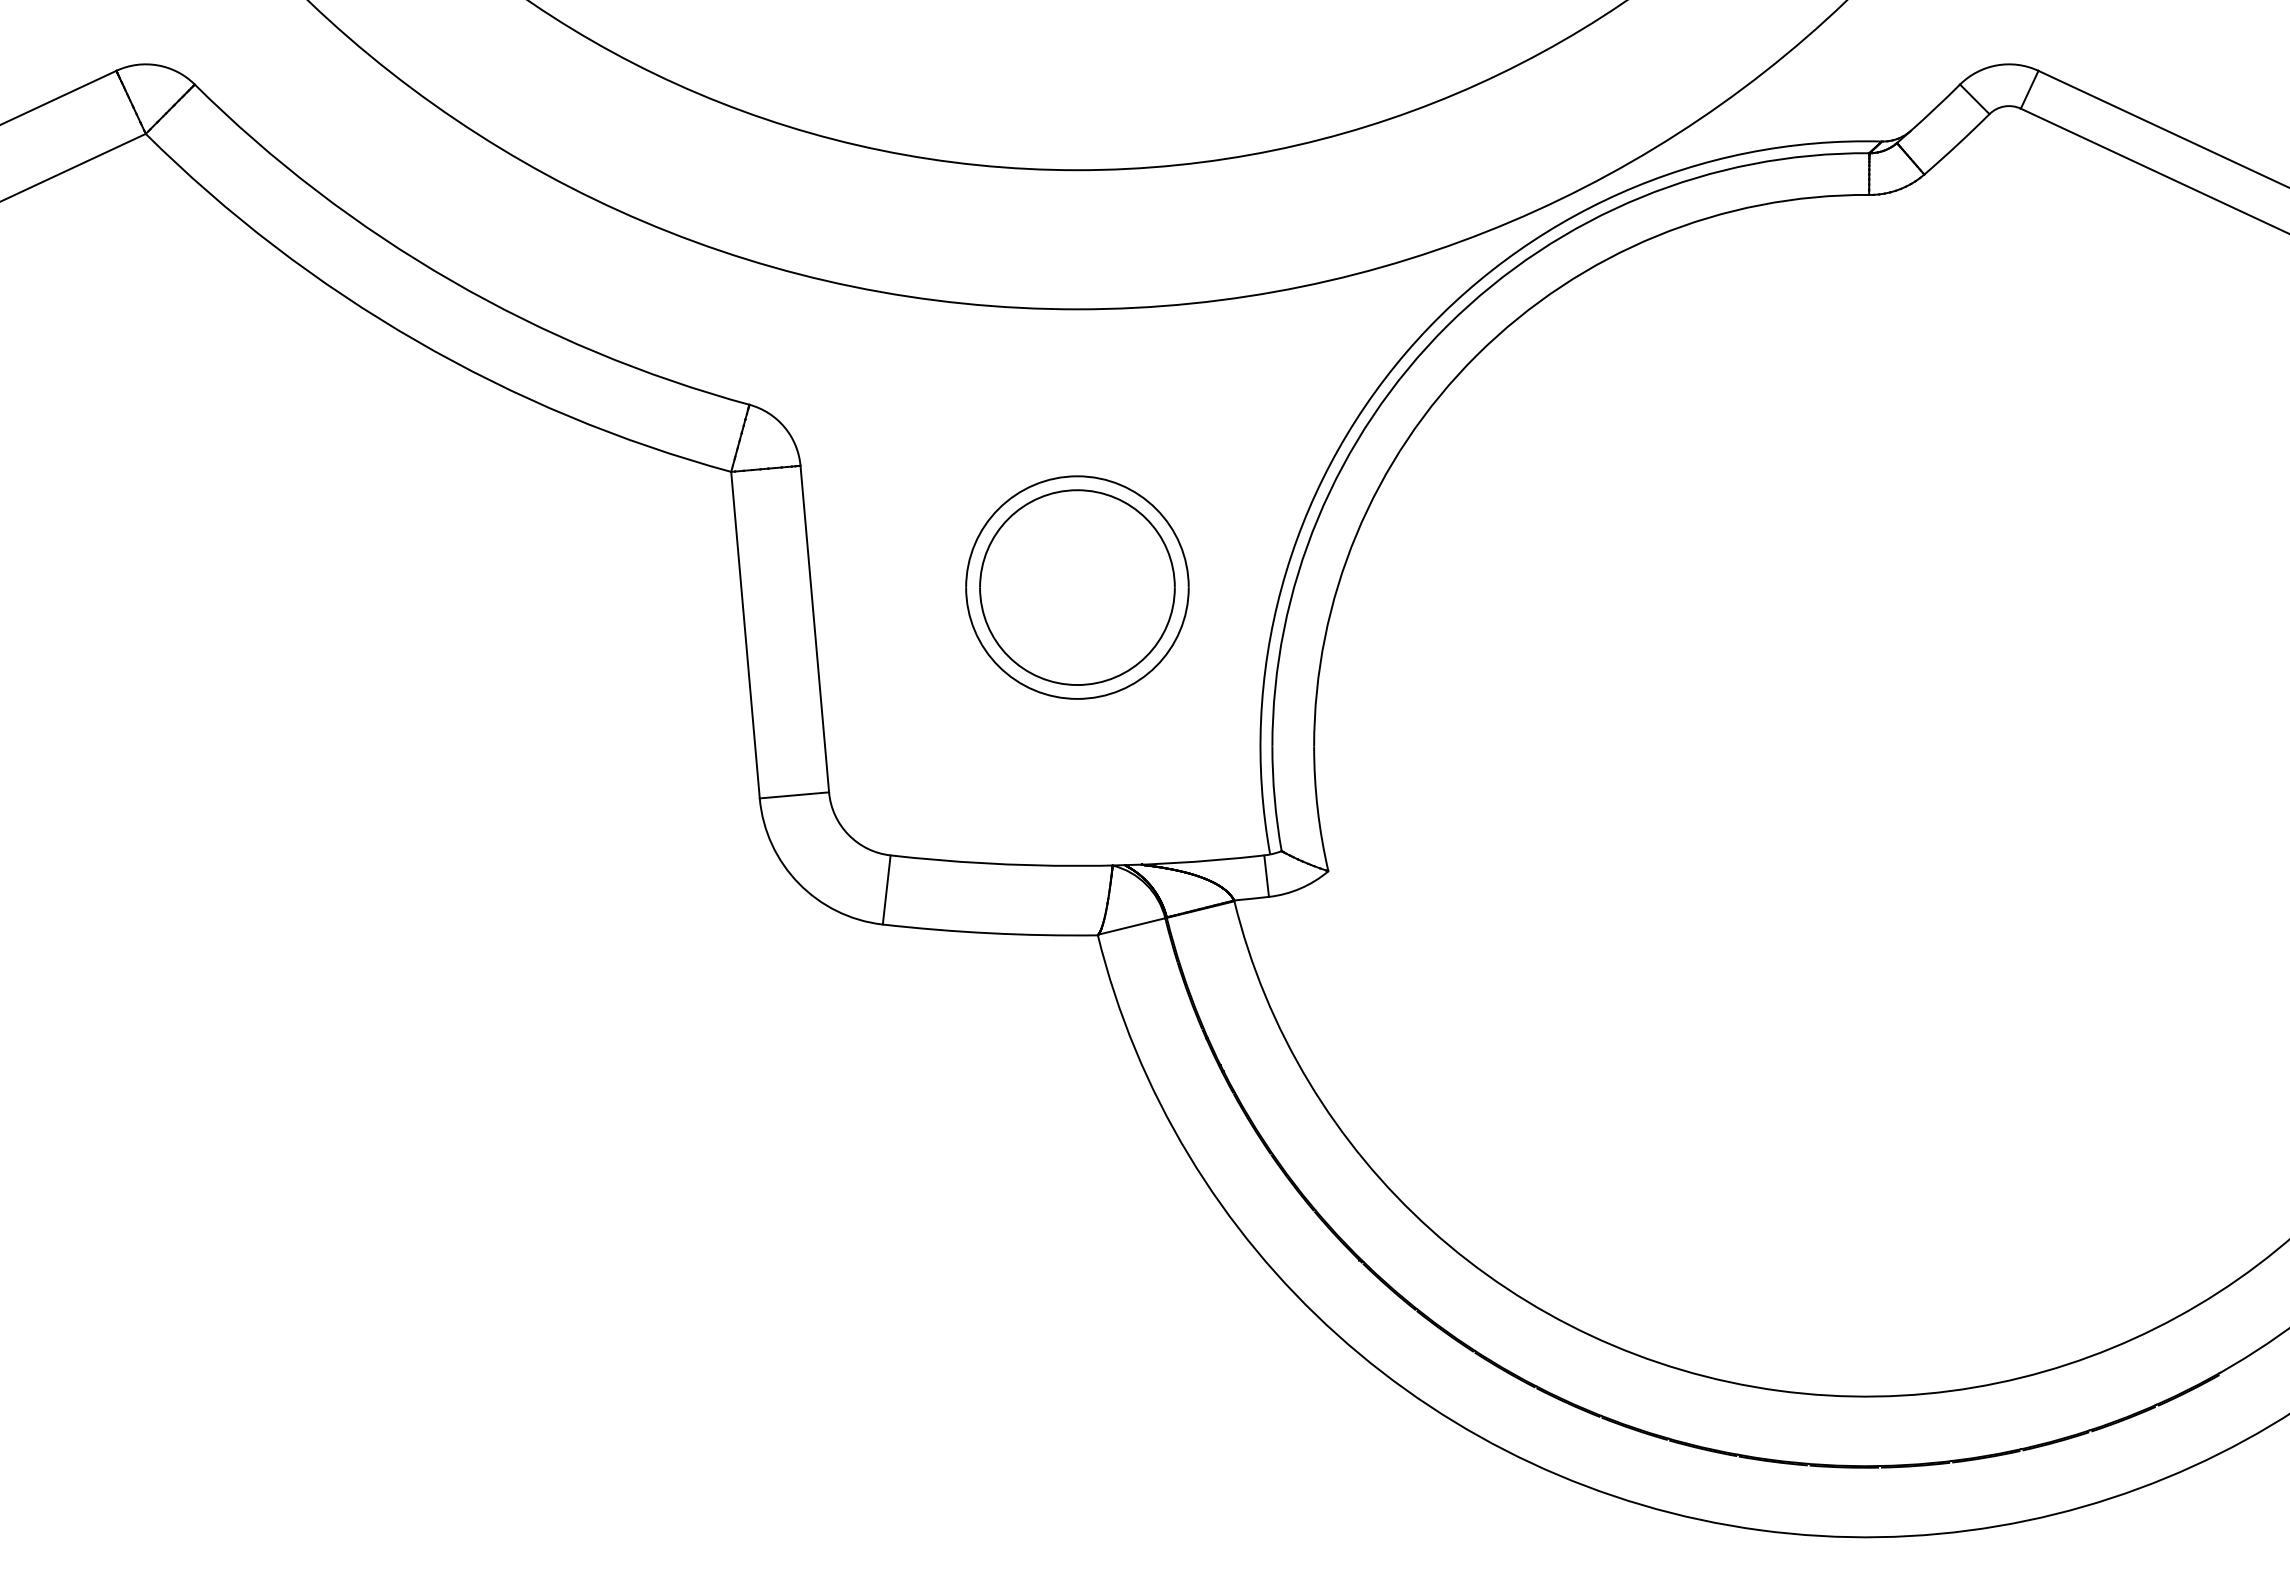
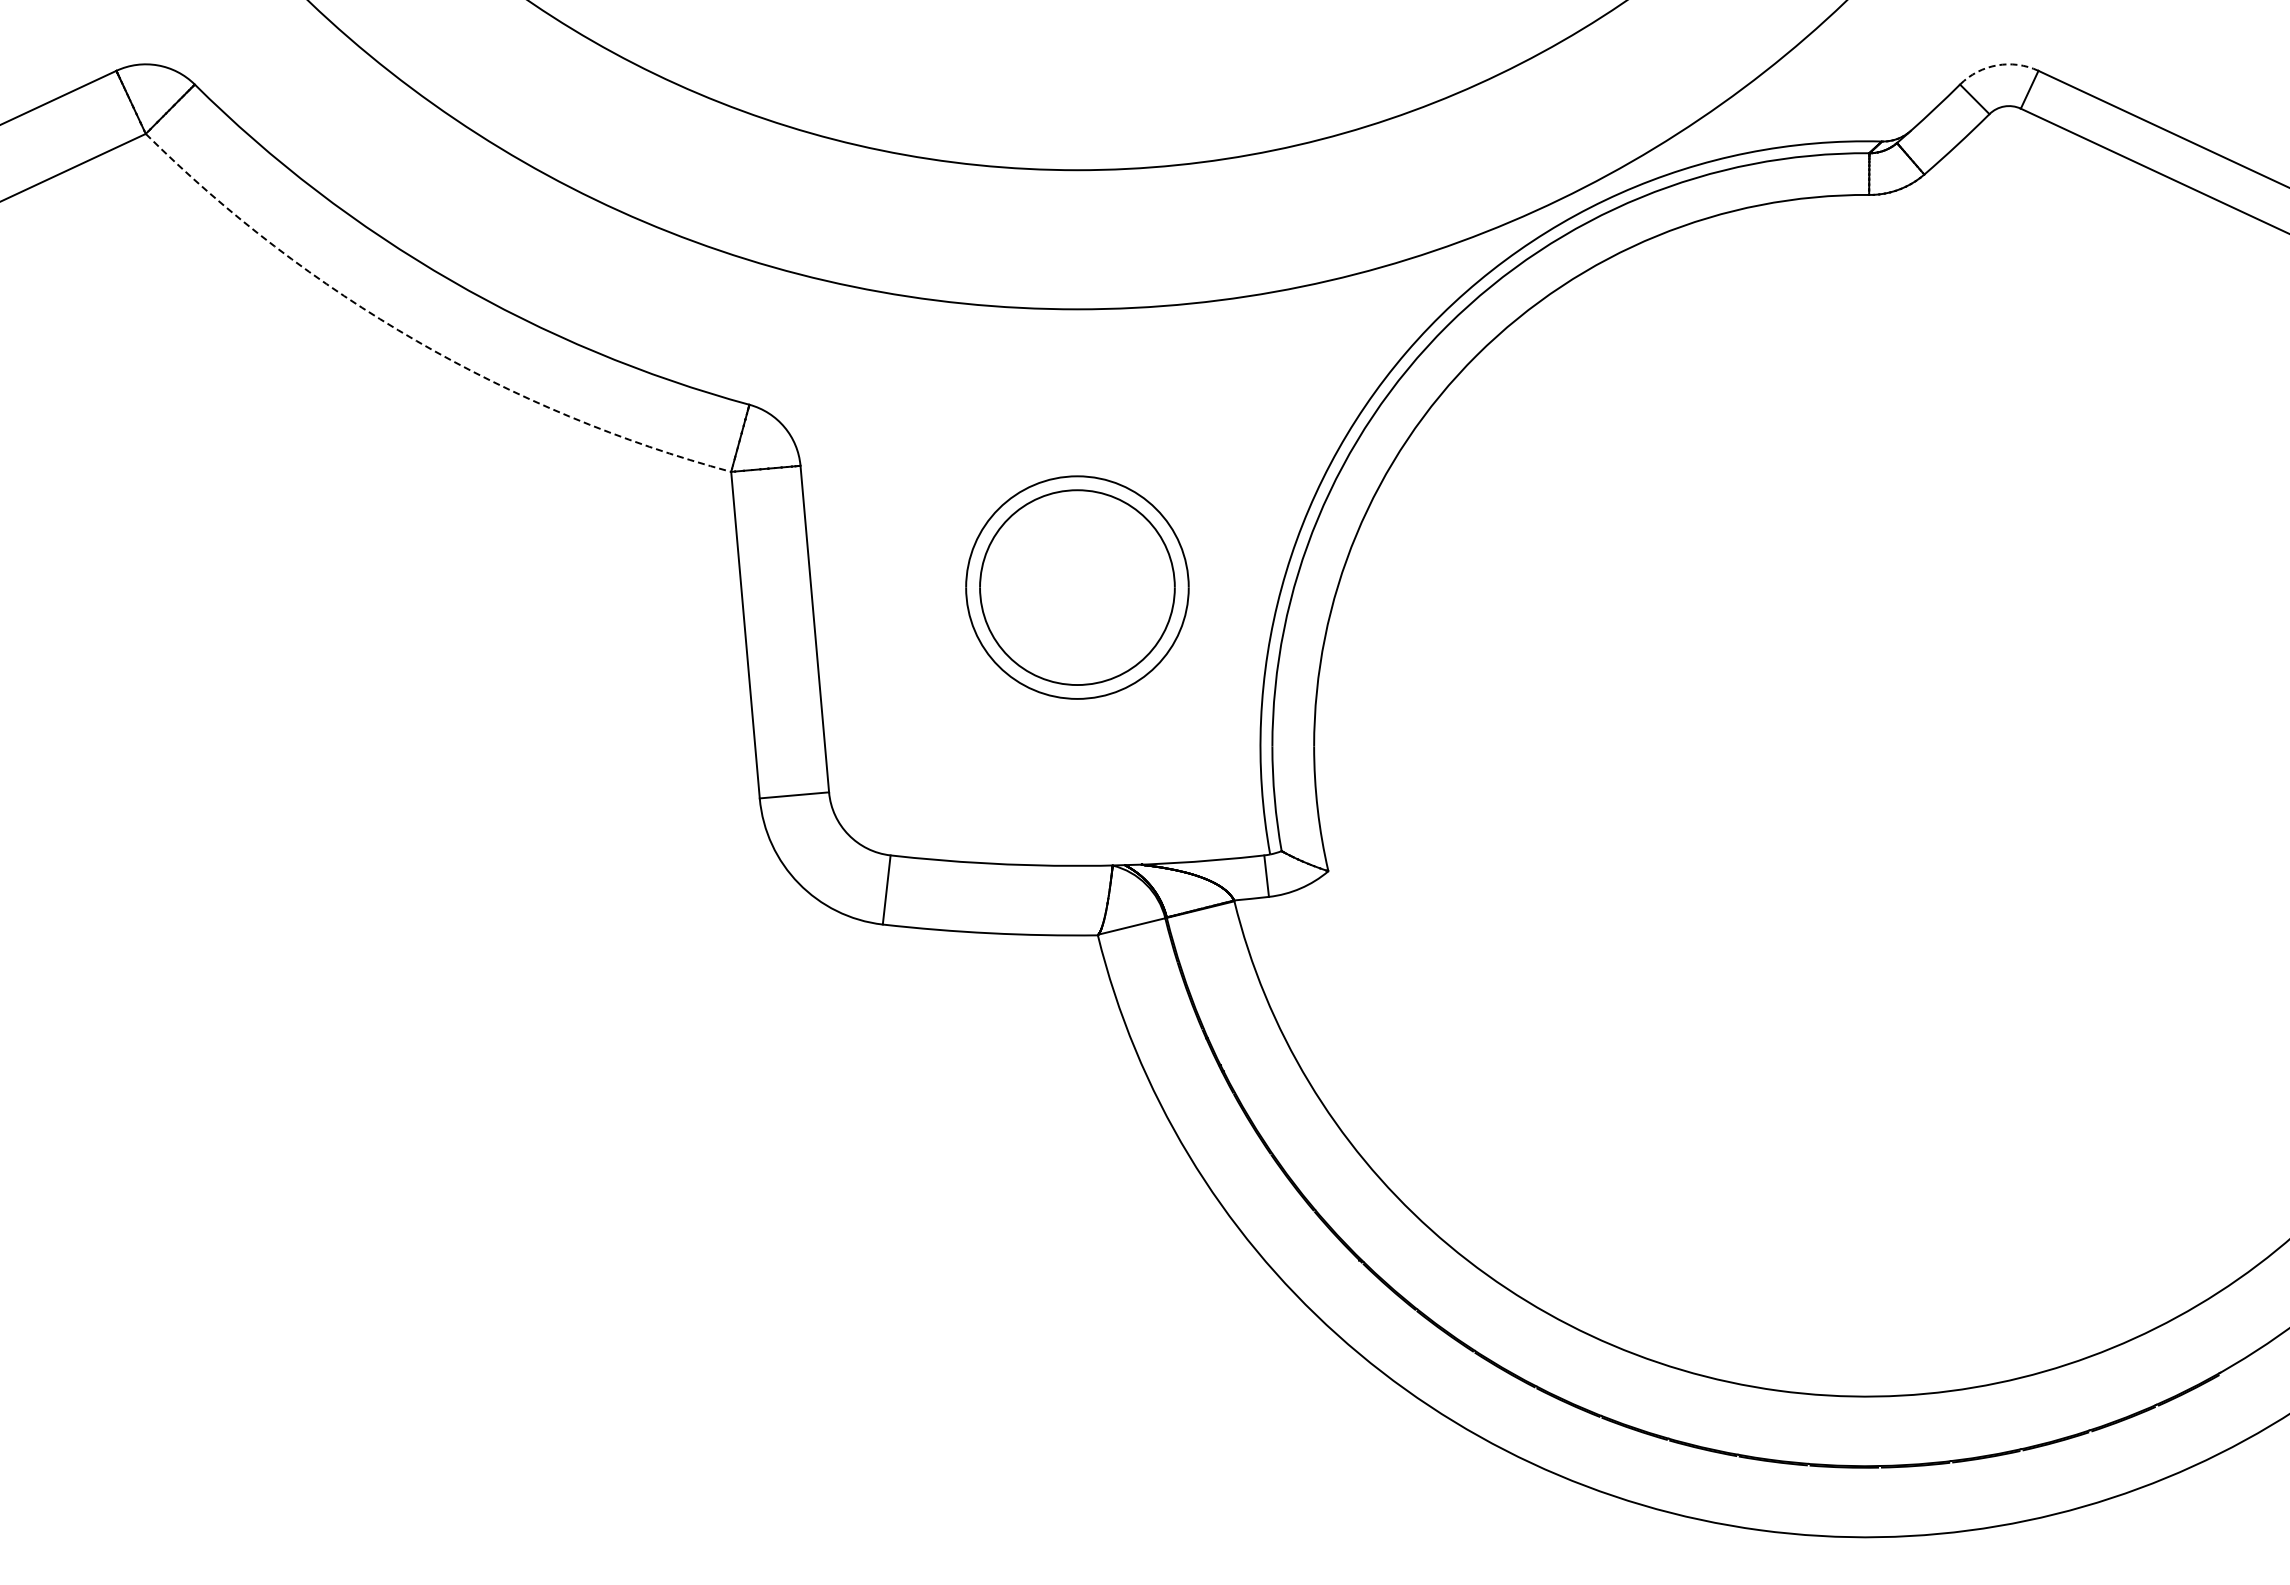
arc at (1997, 65): solid -> dashed
arc at (416, 340): solid -> dashed
